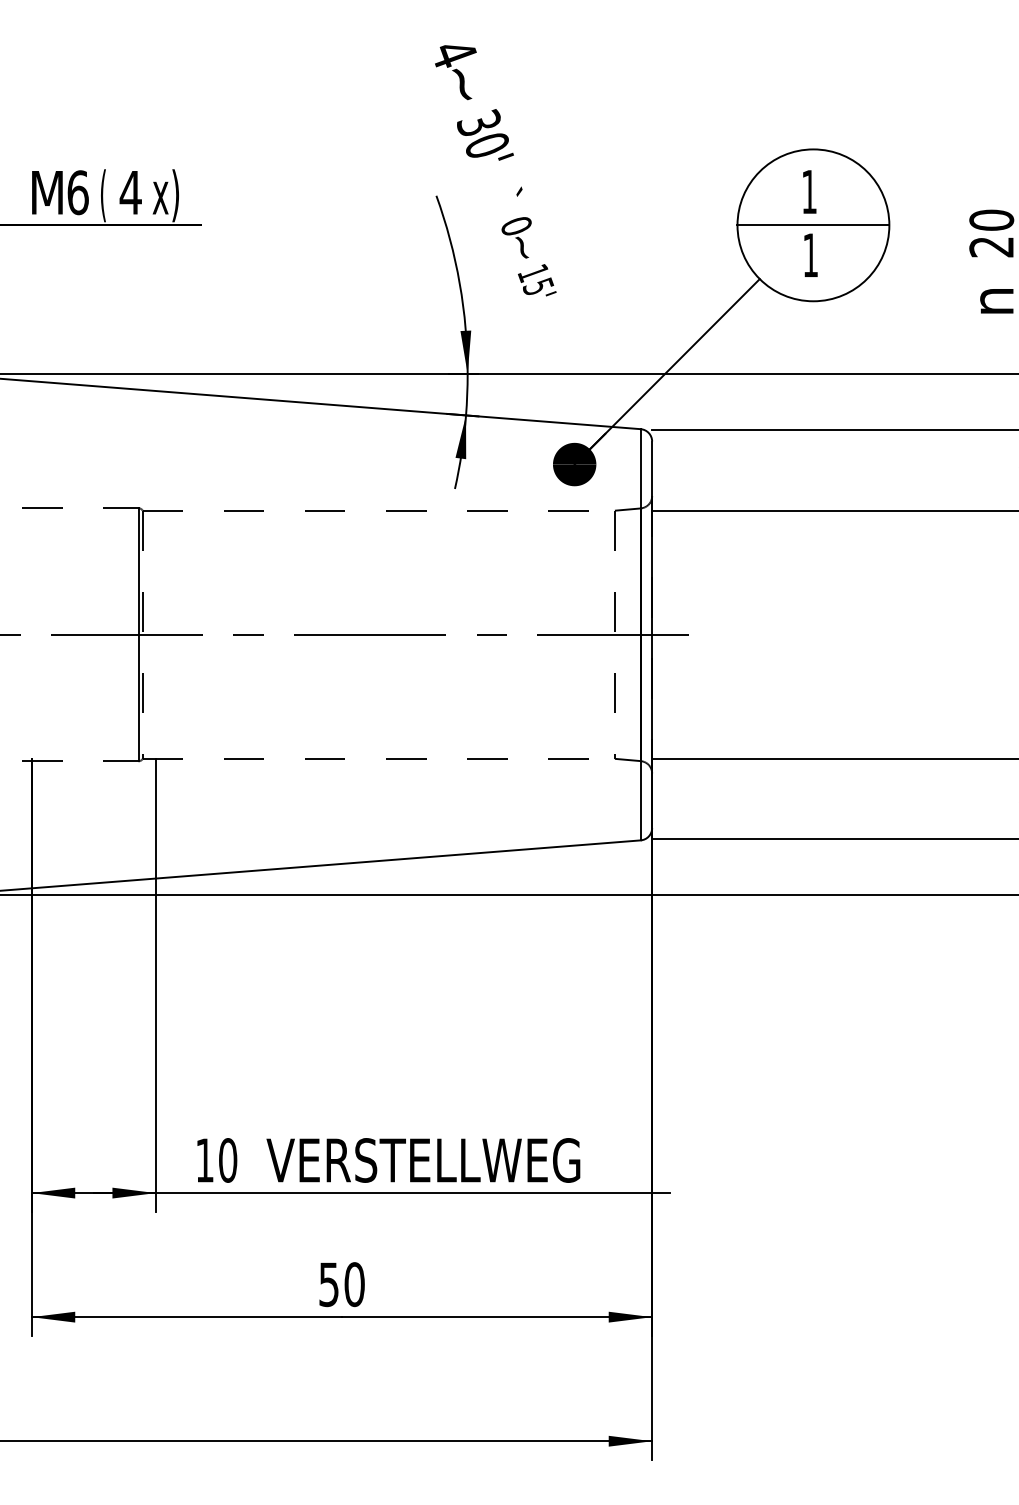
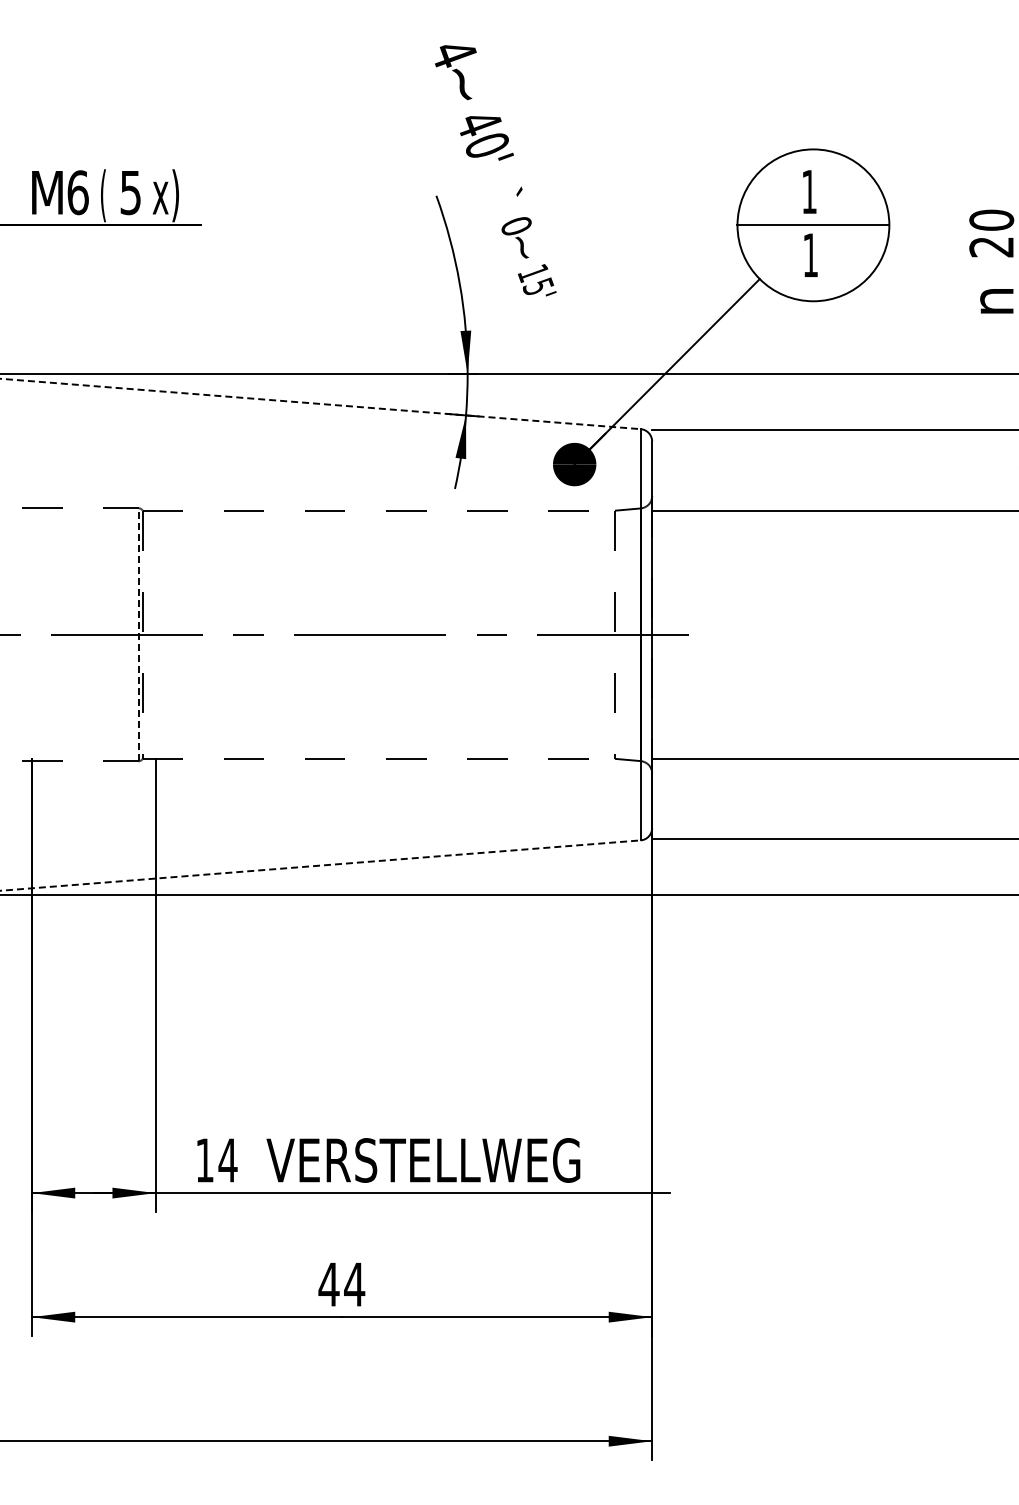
text at (479, 122): 30' -> 40'
text at (130, 193): 4 -> 5
line at (320, 404): solid -> dashed
line at (138, 634): solid -> dashed
line at (320, 865): solid -> dashed
text at (227, 1160): 10 -> 14
text at (341, 1284): 50 -> 44
